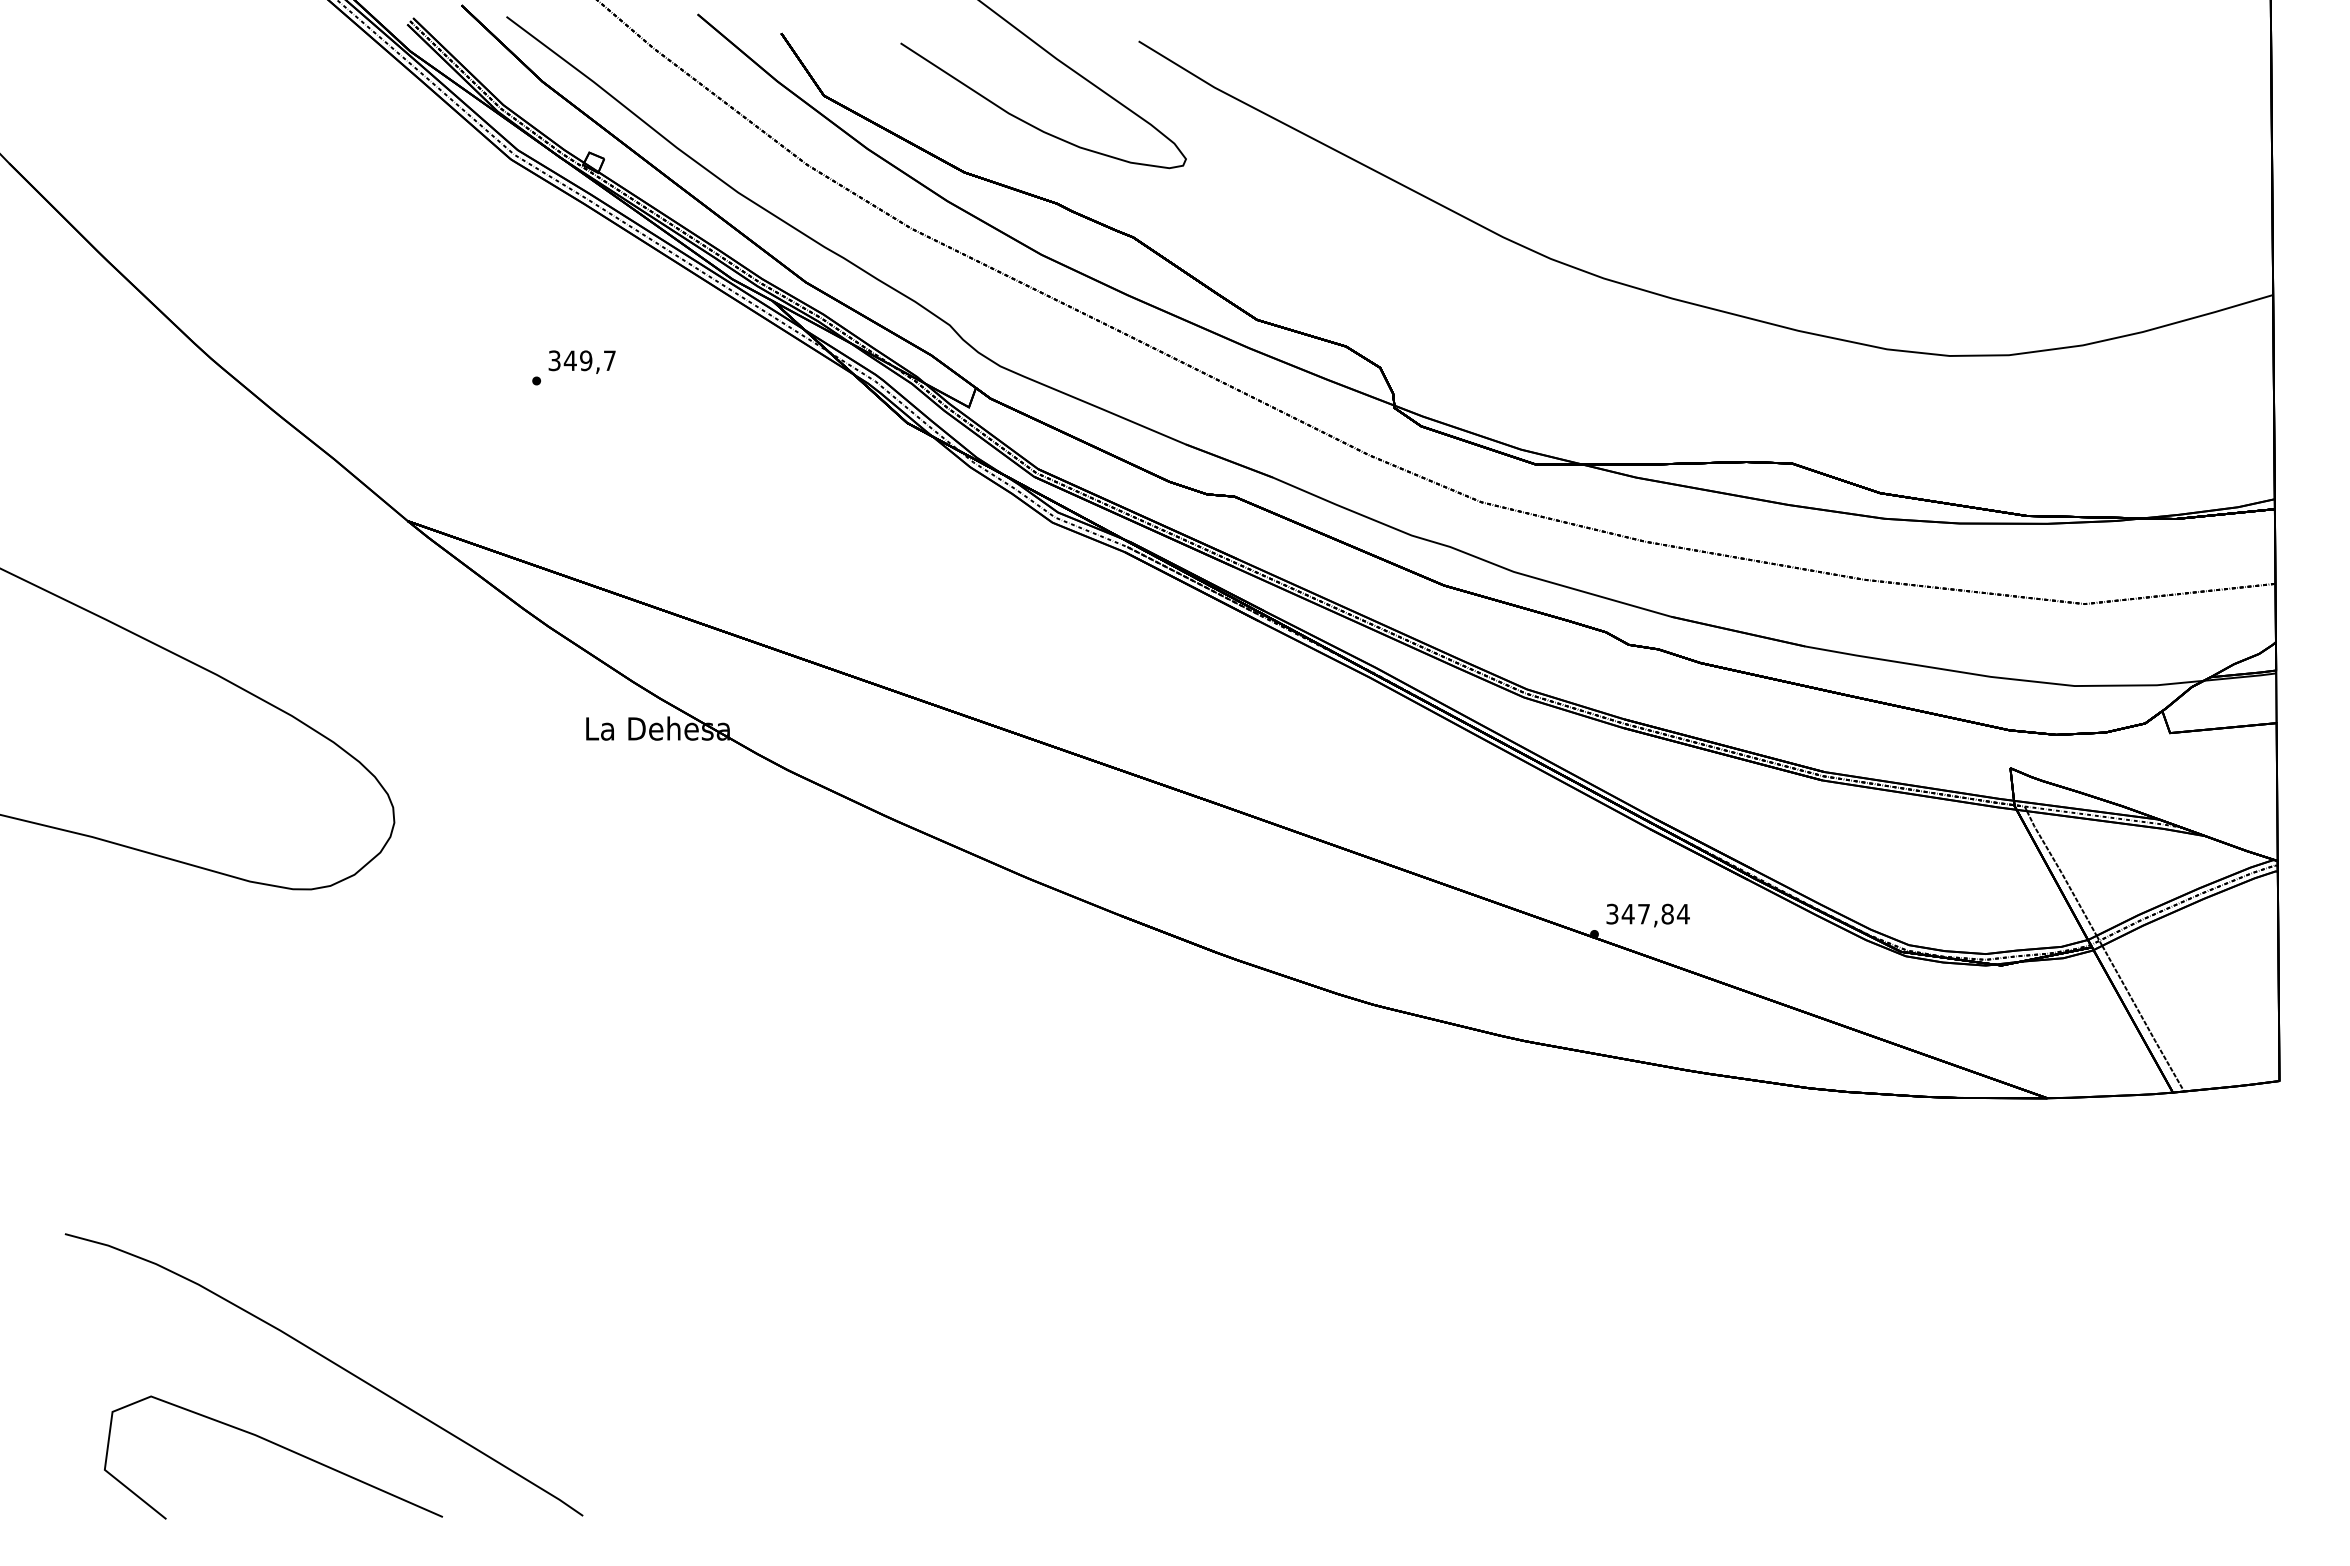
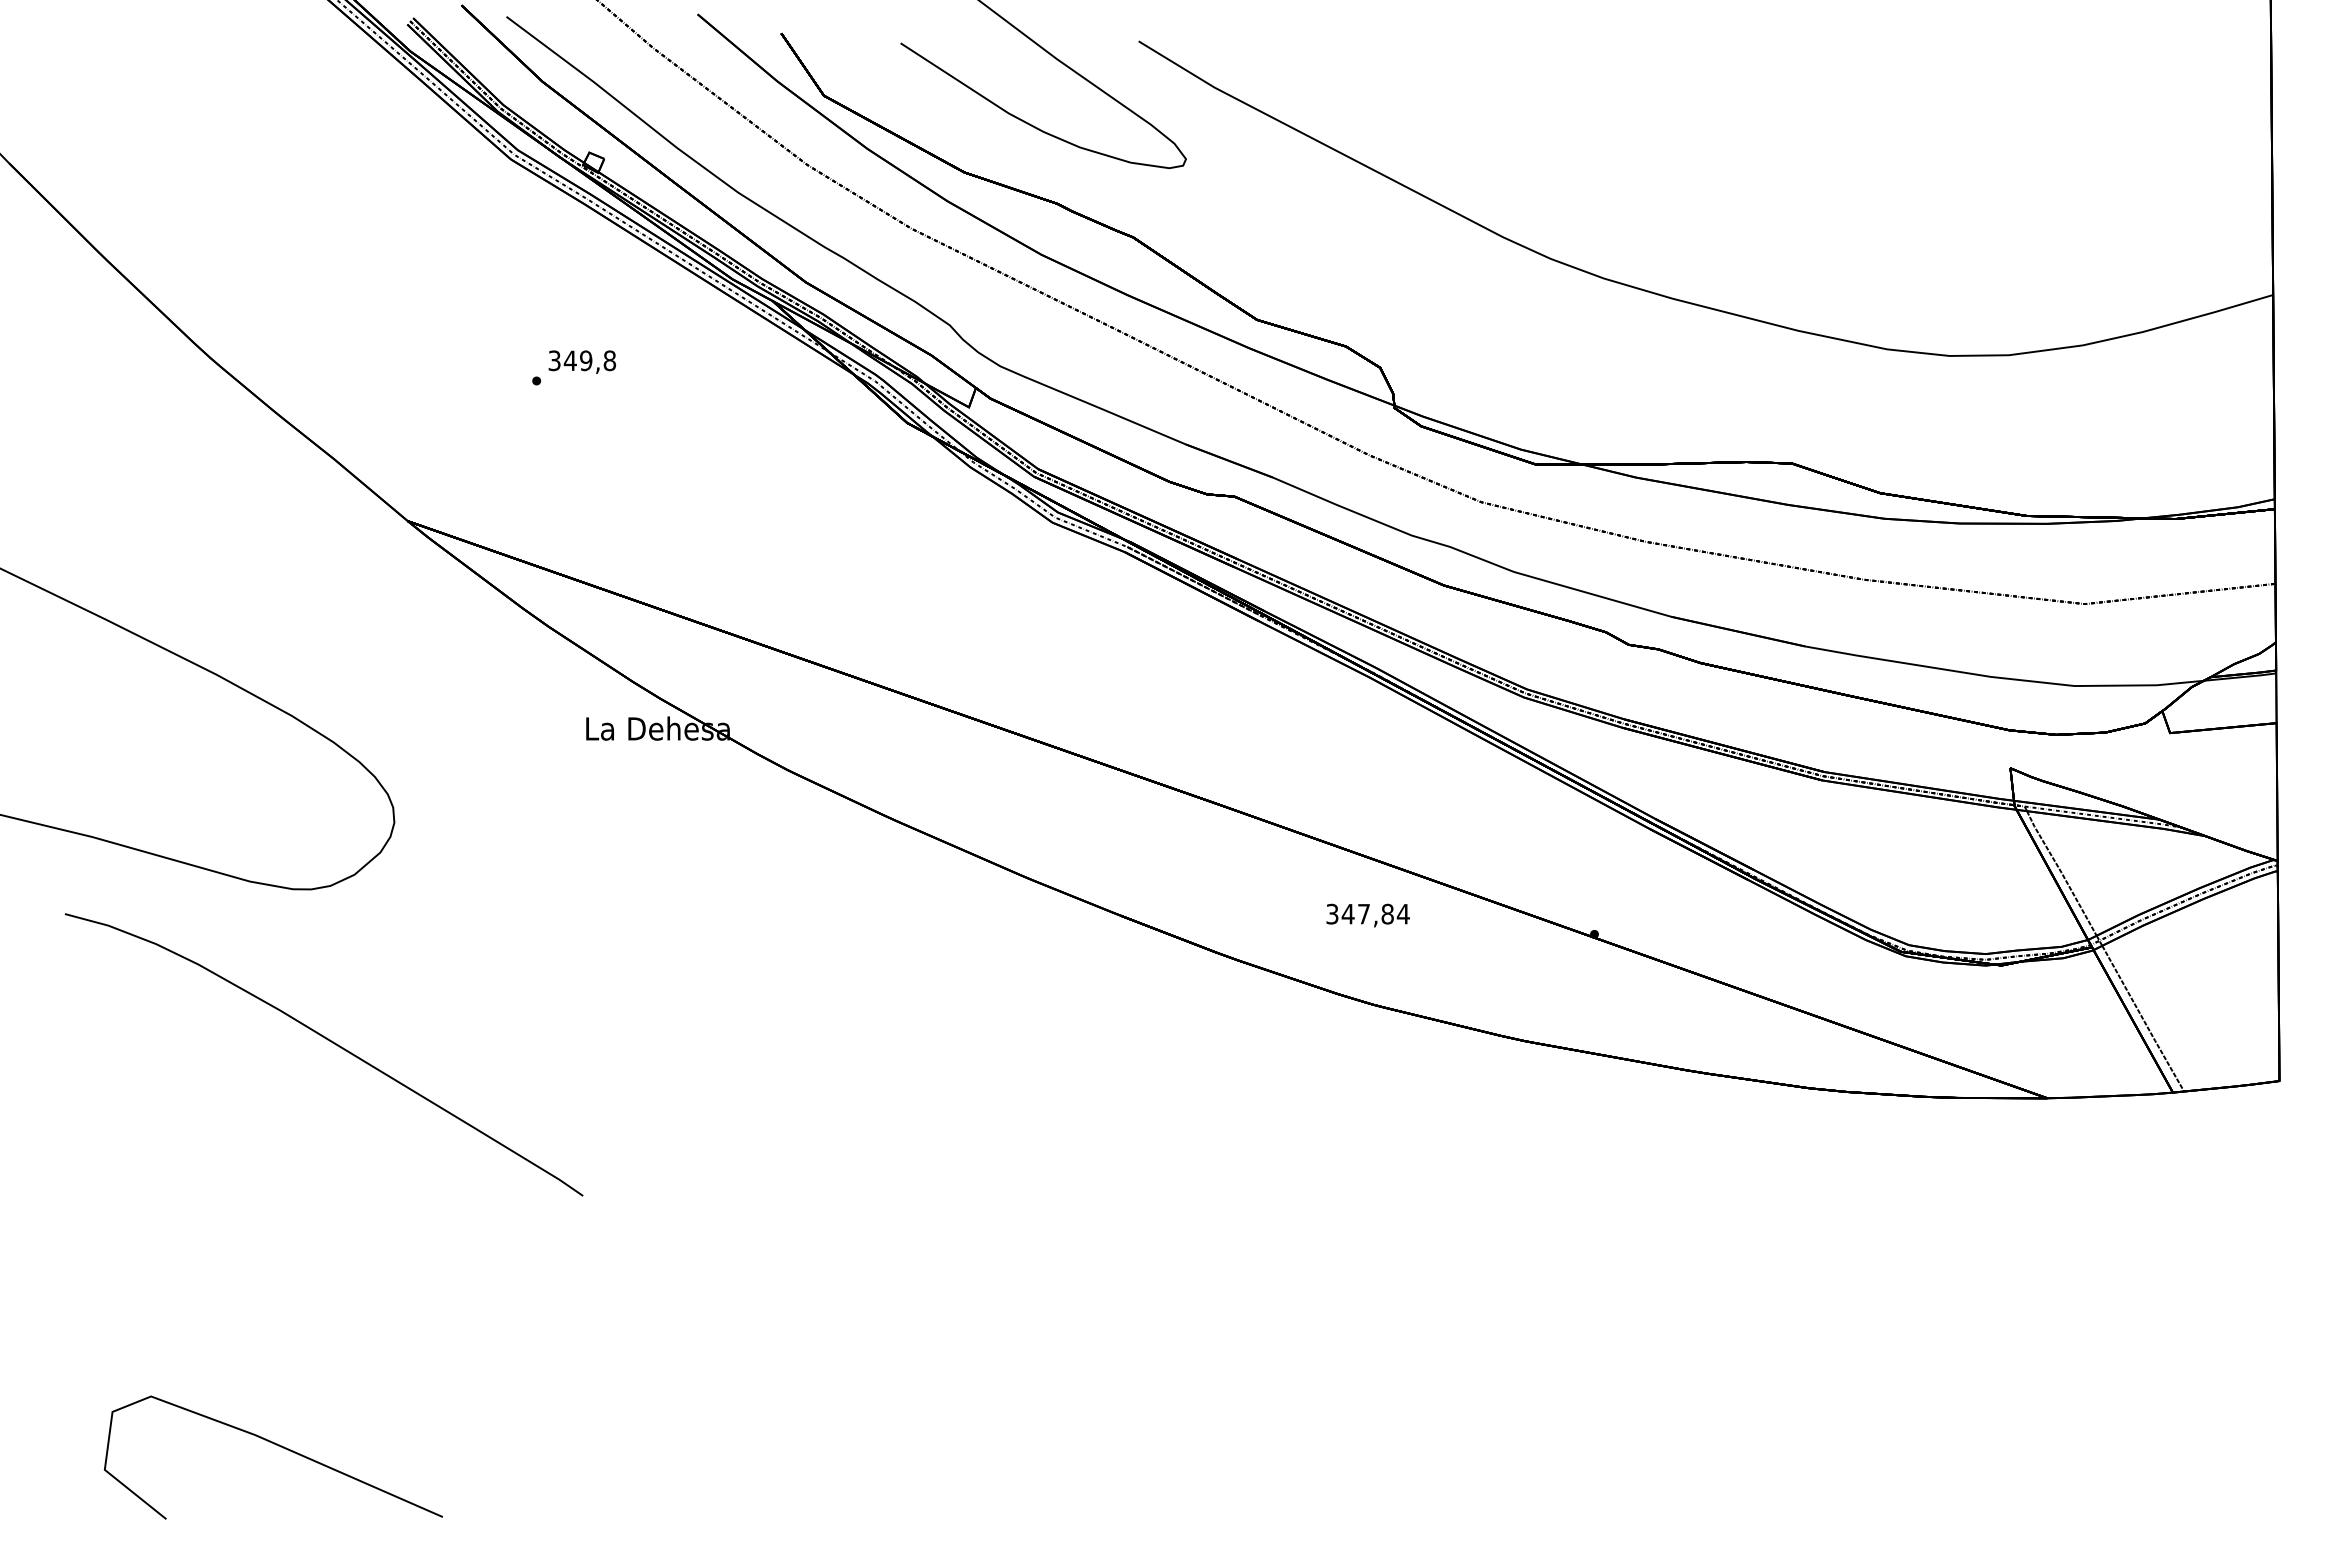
text at (609, 360): 349,7 -> 349,8
text at (1647, 915) position: (1647, 915) -> (1367, 915)
curve at (332, 1363) position: (332, 1363) -> (332, 1043)
